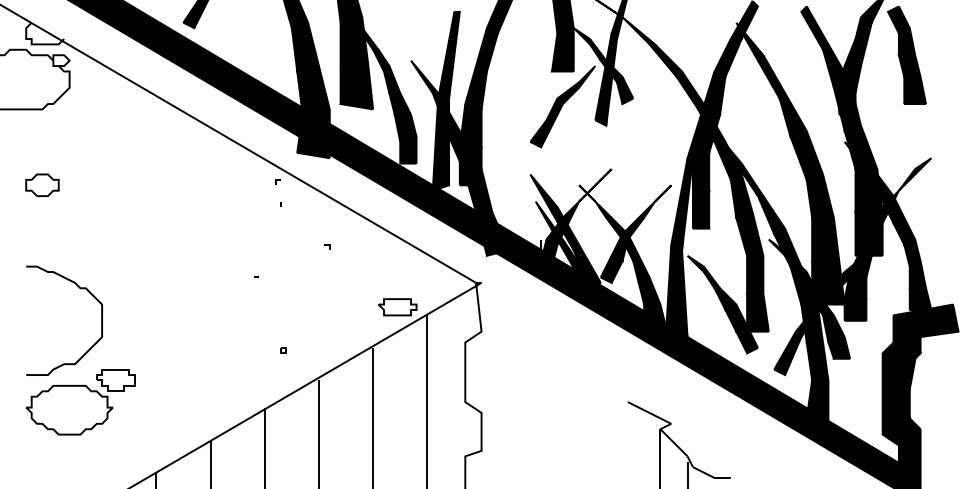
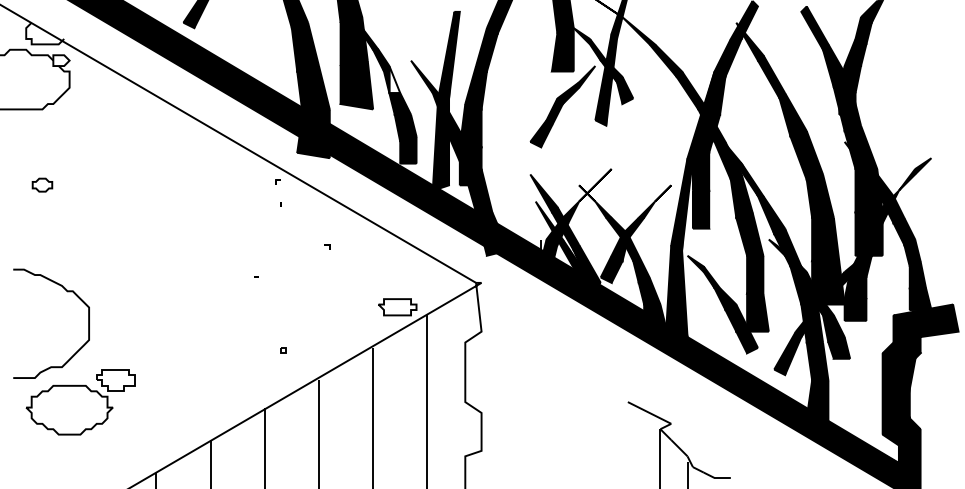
part at (906, 54): present -> none
fill at (394, 79): present -> none
part at (42, 184) size: 35x24 px -> 23x16 px
curve at (80, 289) position: (80, 289) -> (67, 292)
